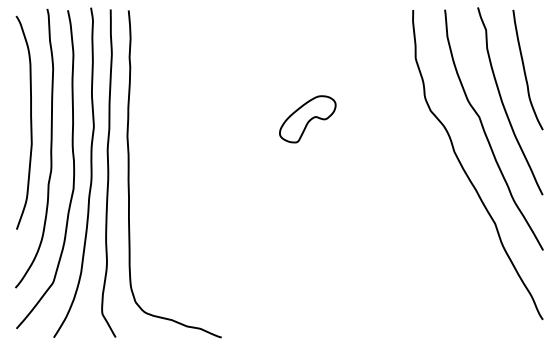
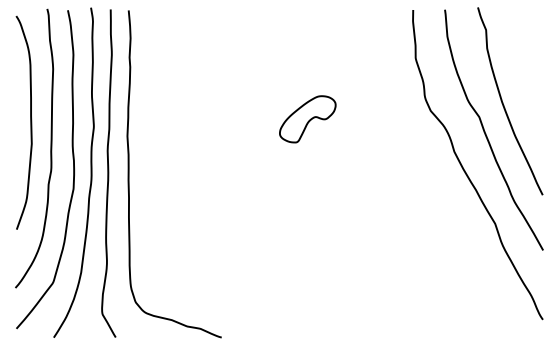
curve at (525, 69): present -> none
